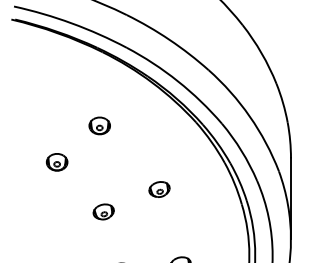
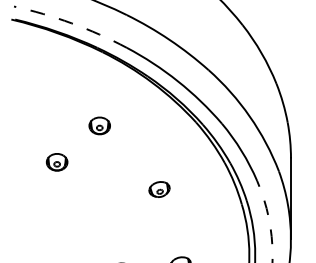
arc at (71, 23): solid -> dashed
part at (103, 211): present -> none
arc at (269, 220): solid -> dashed
